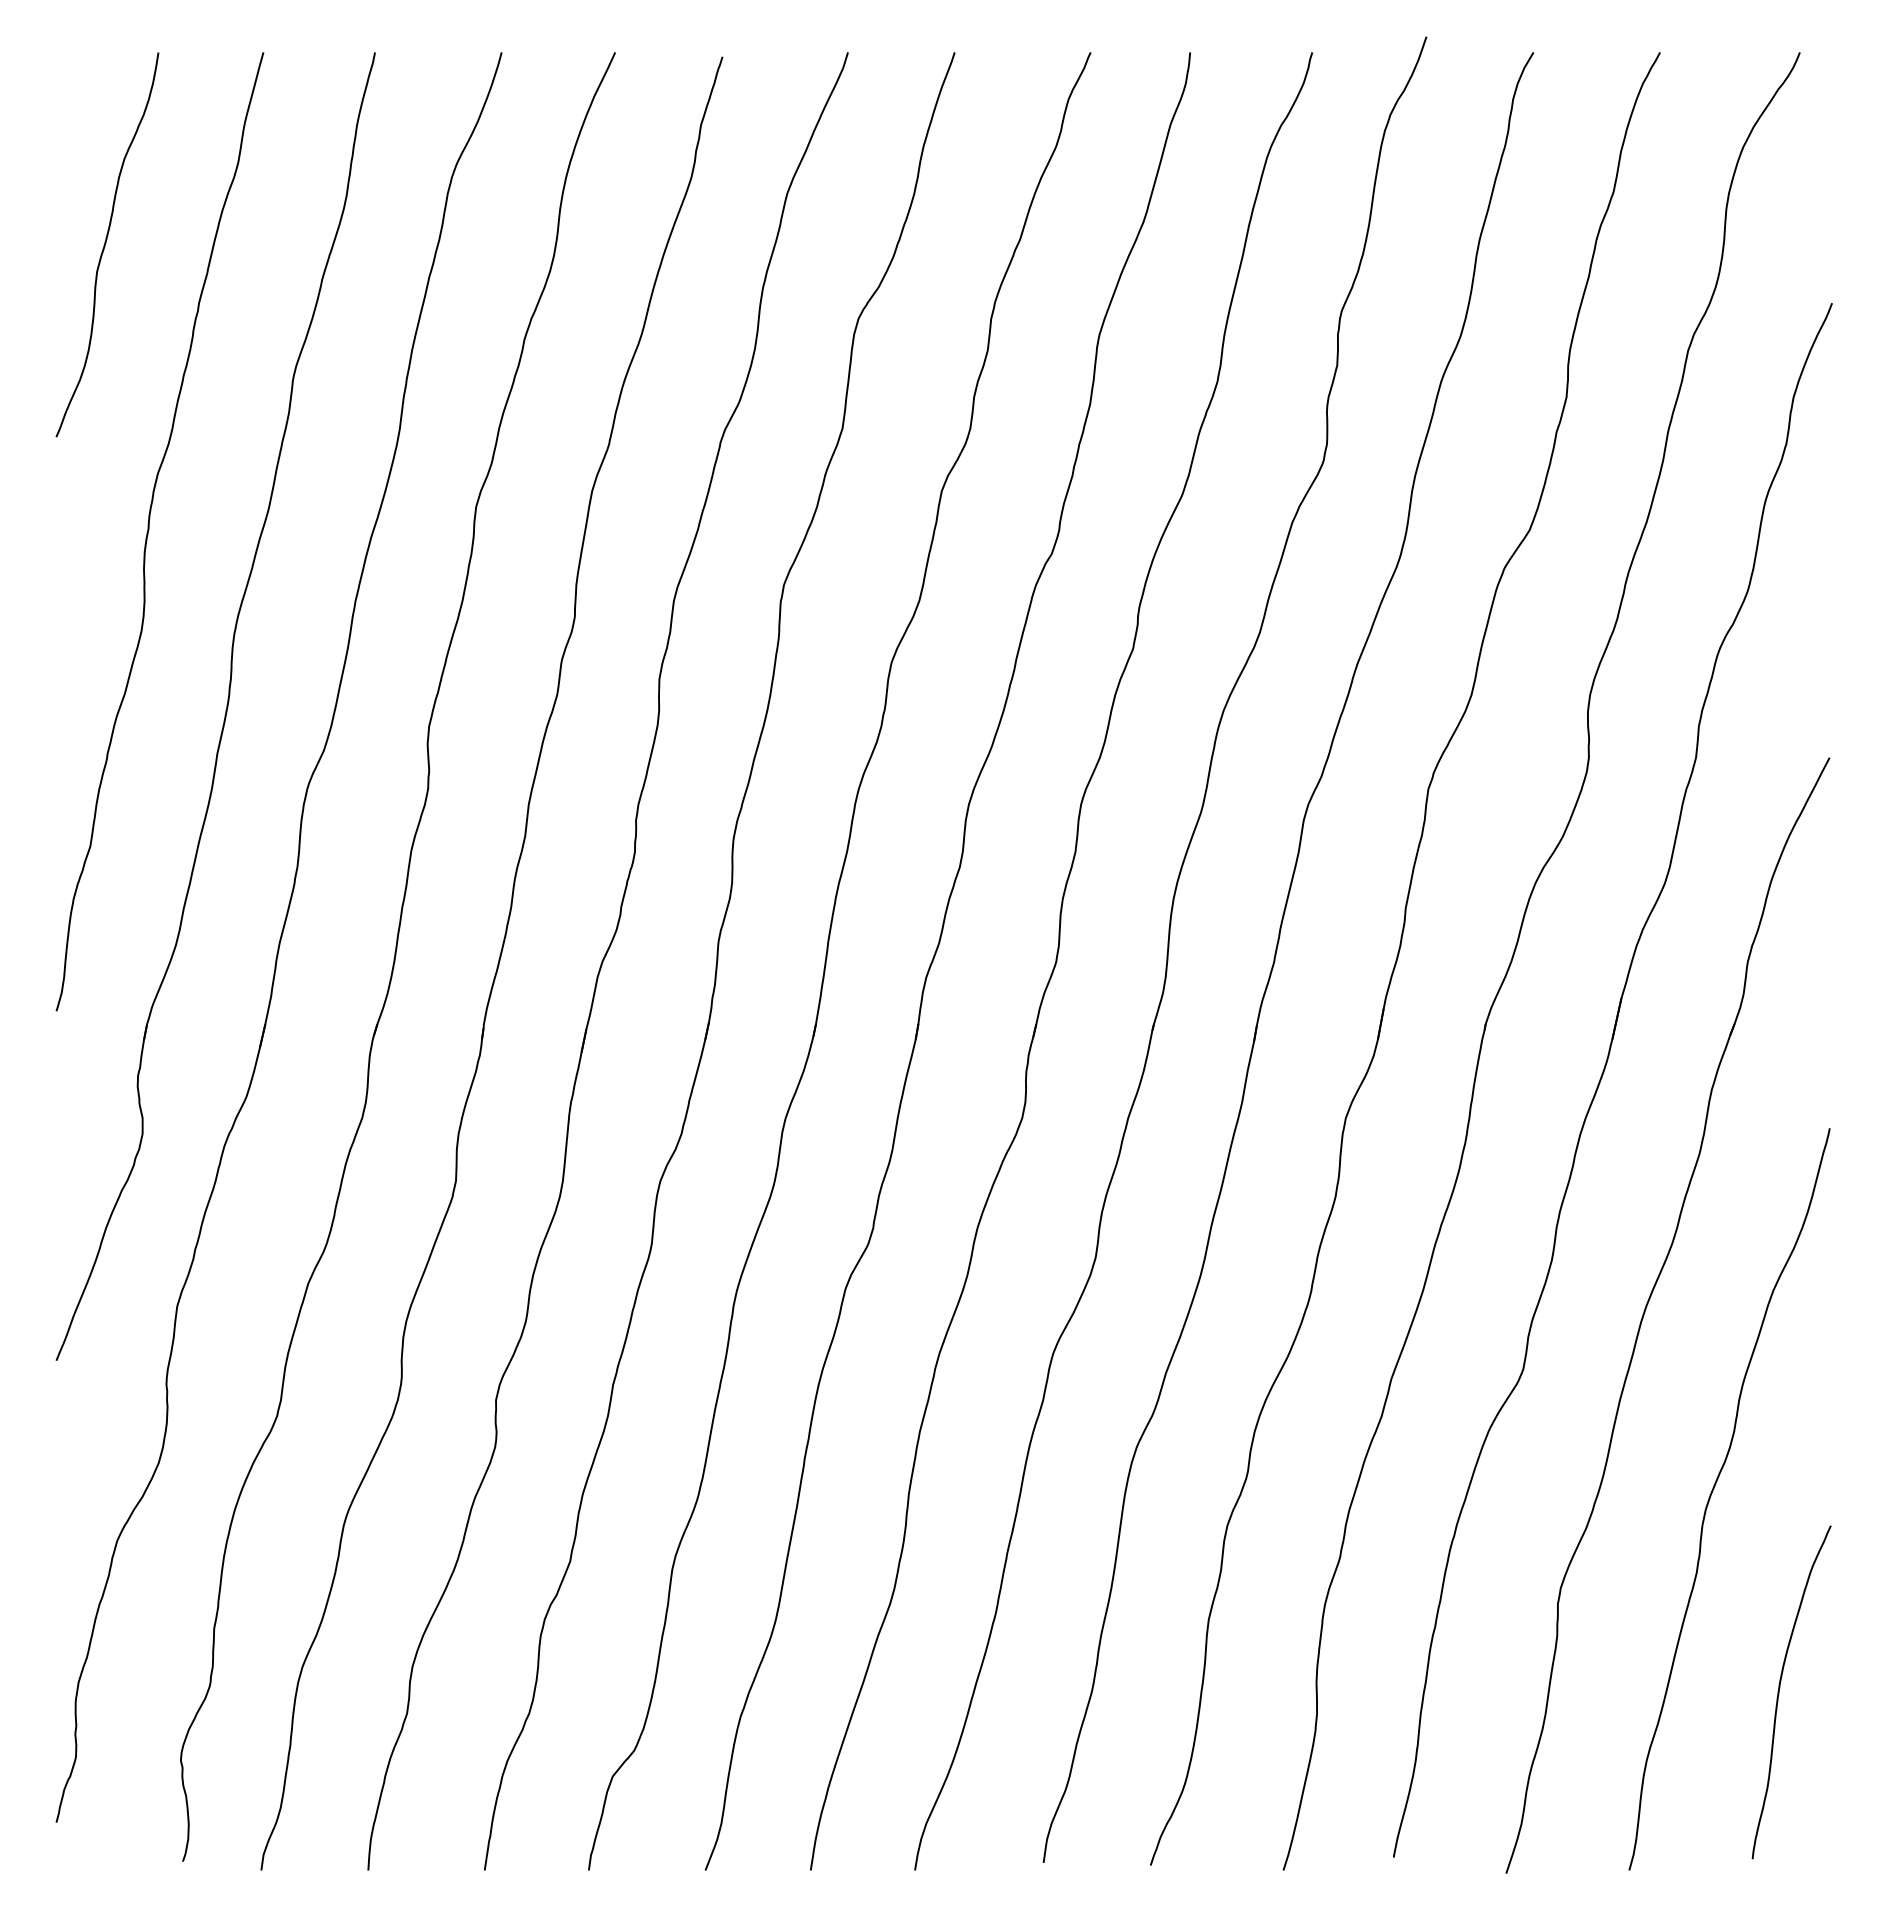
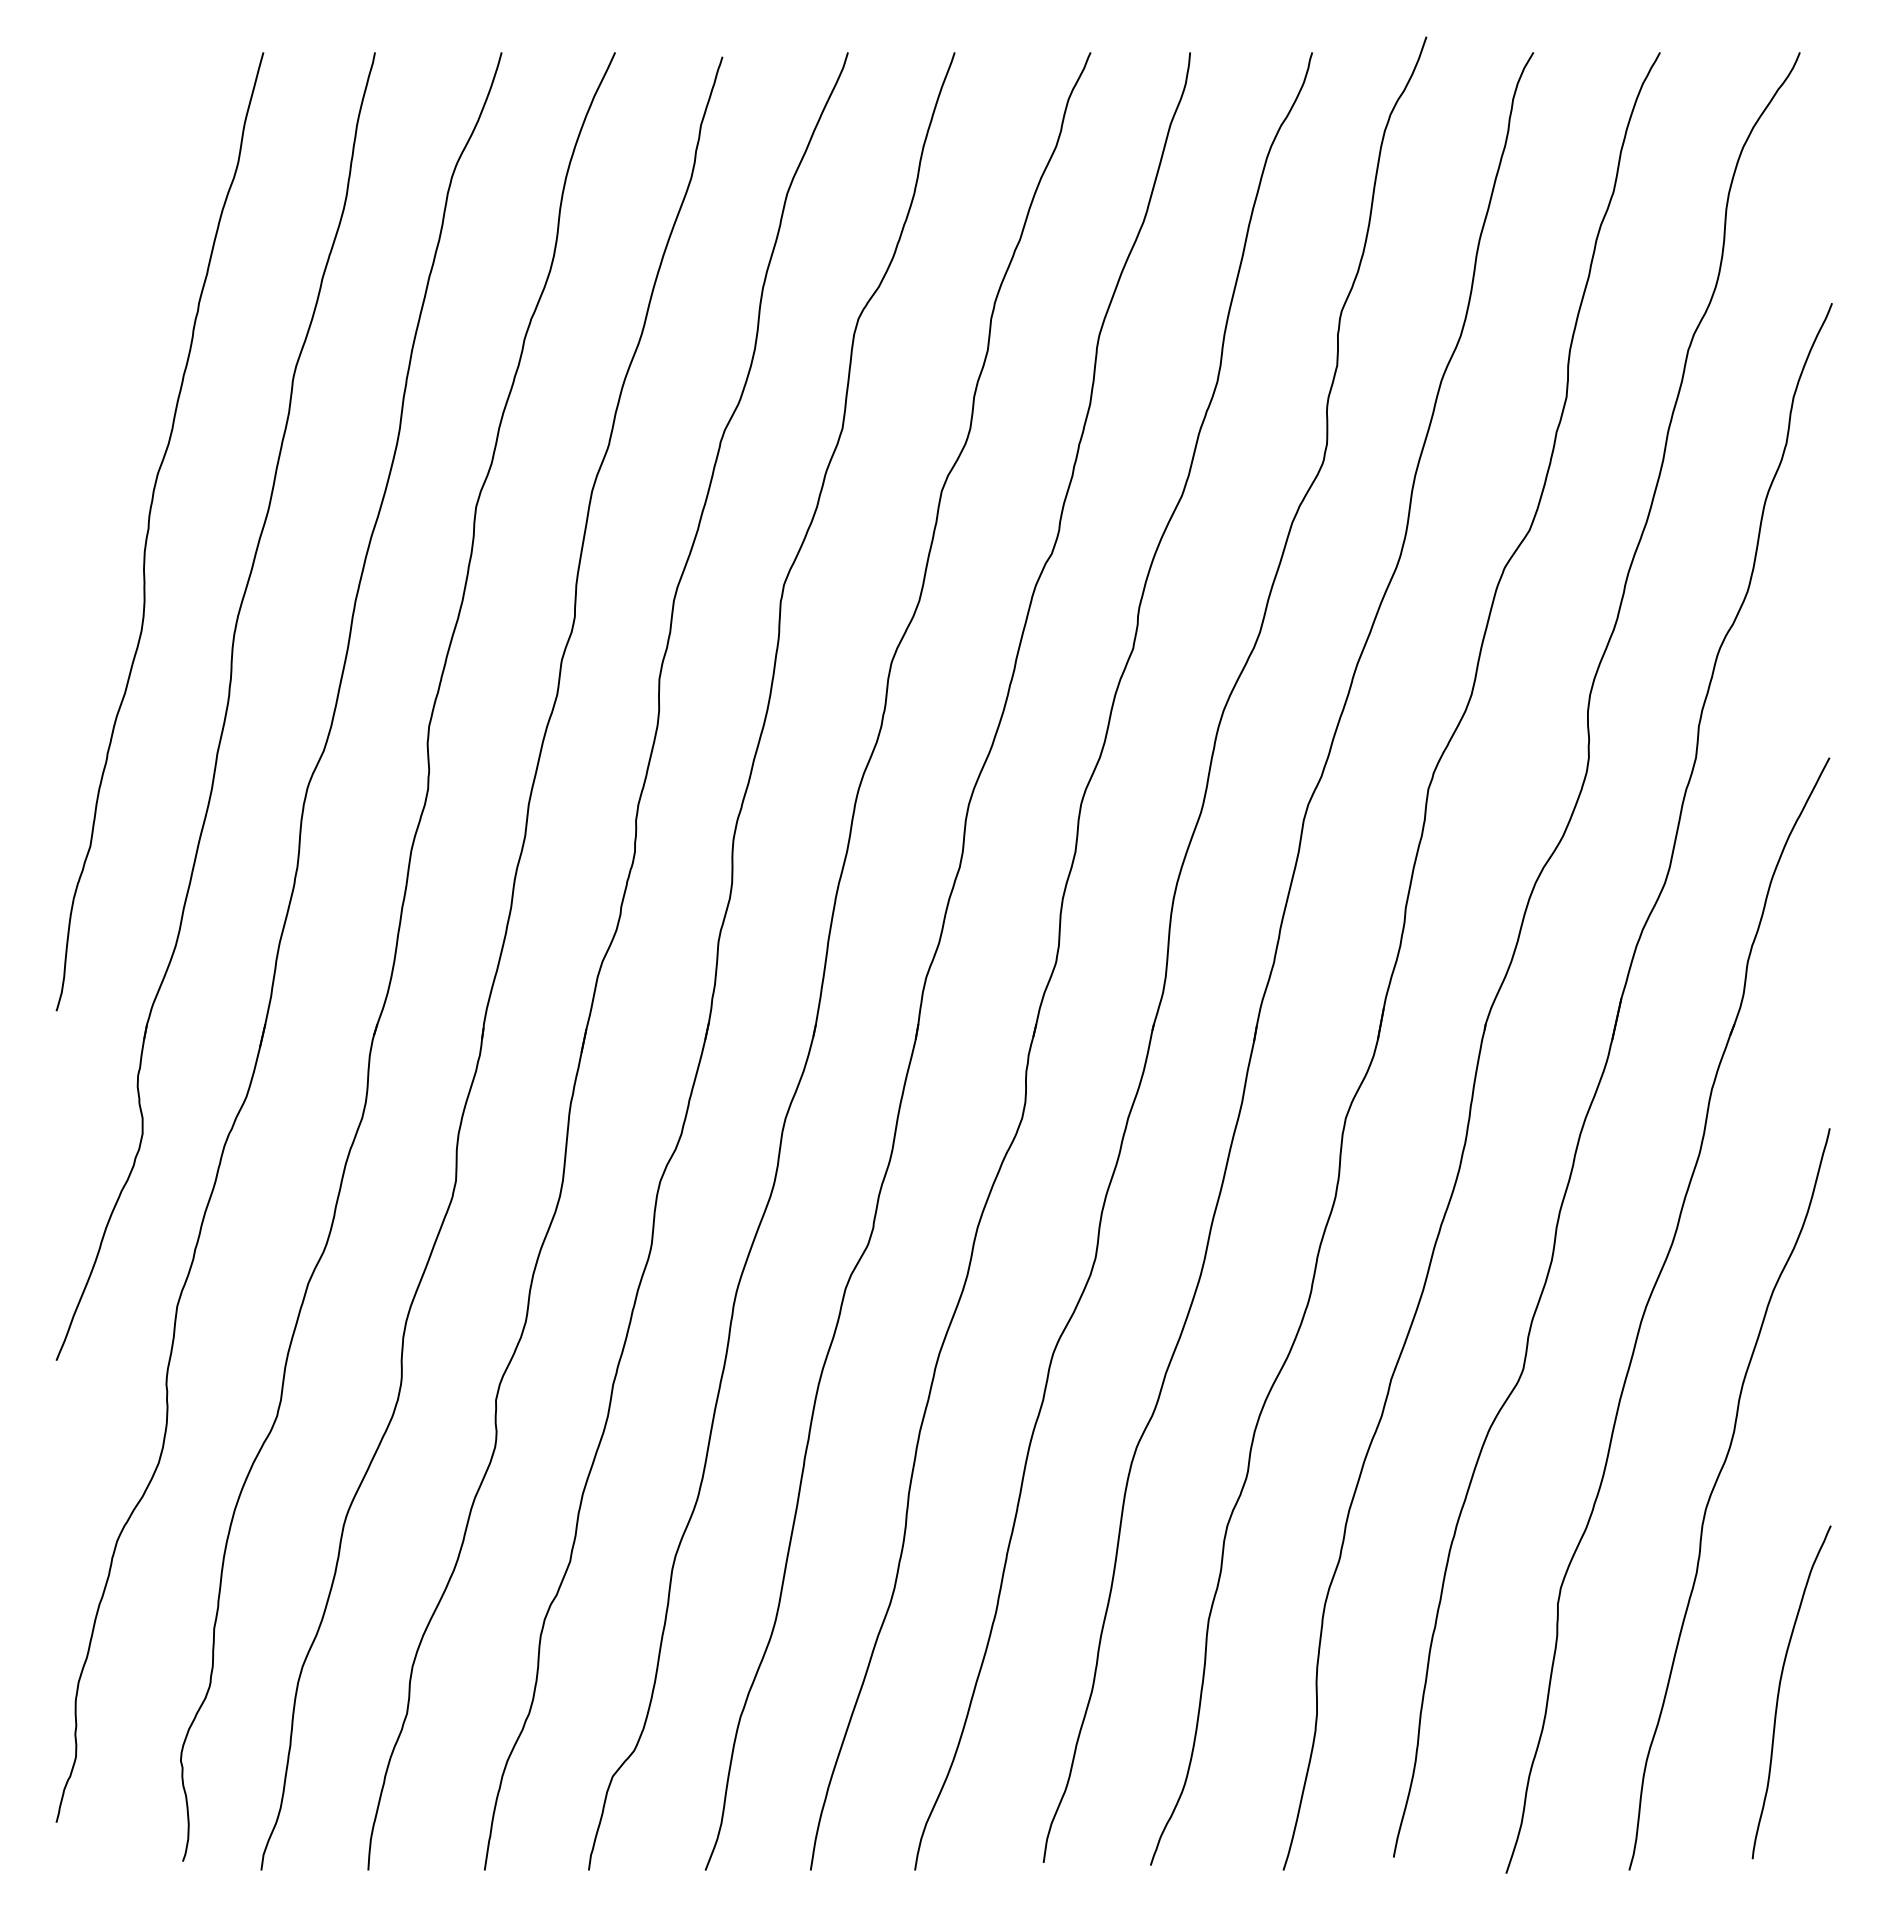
curve at (106, 243): present -> none
